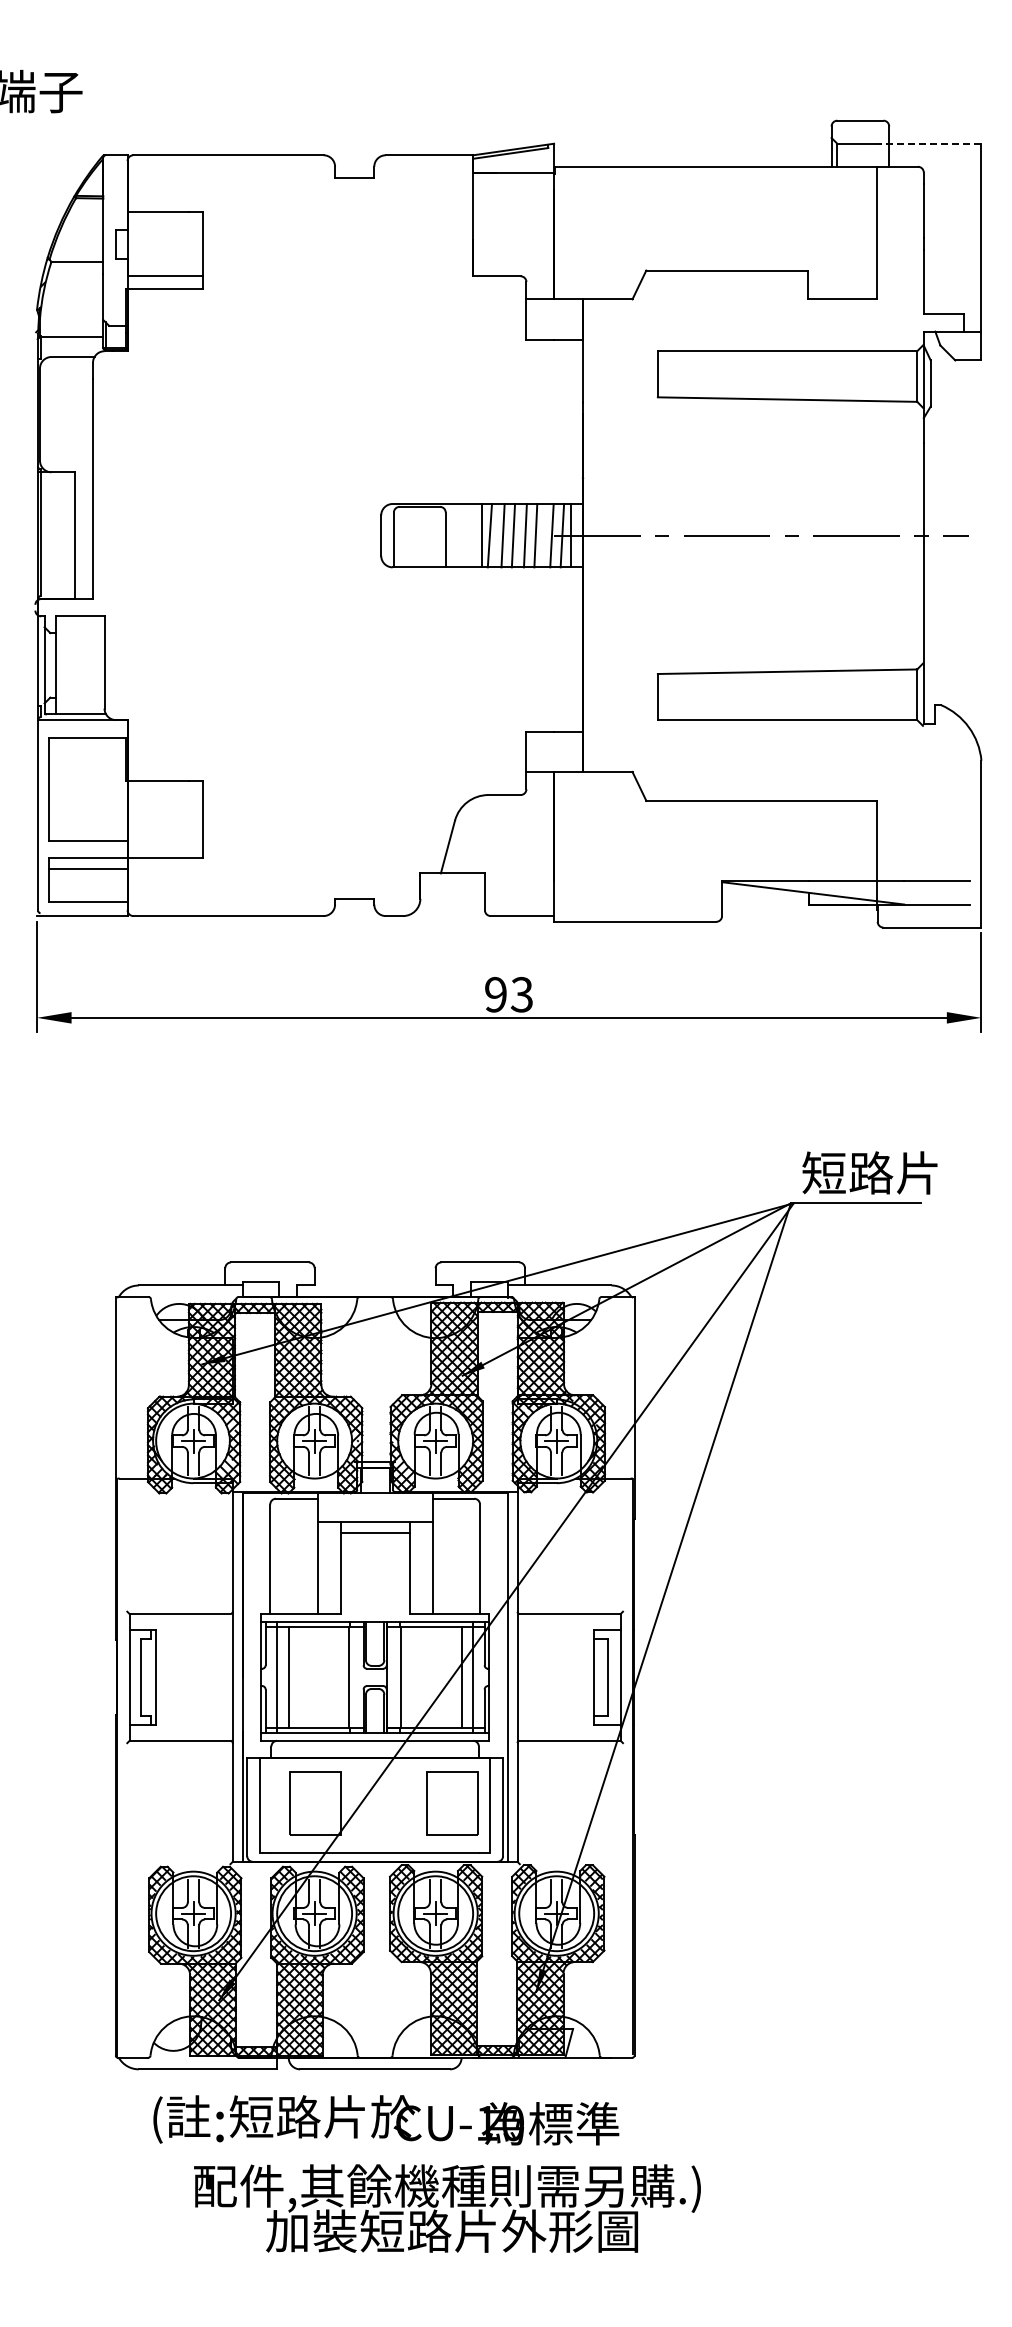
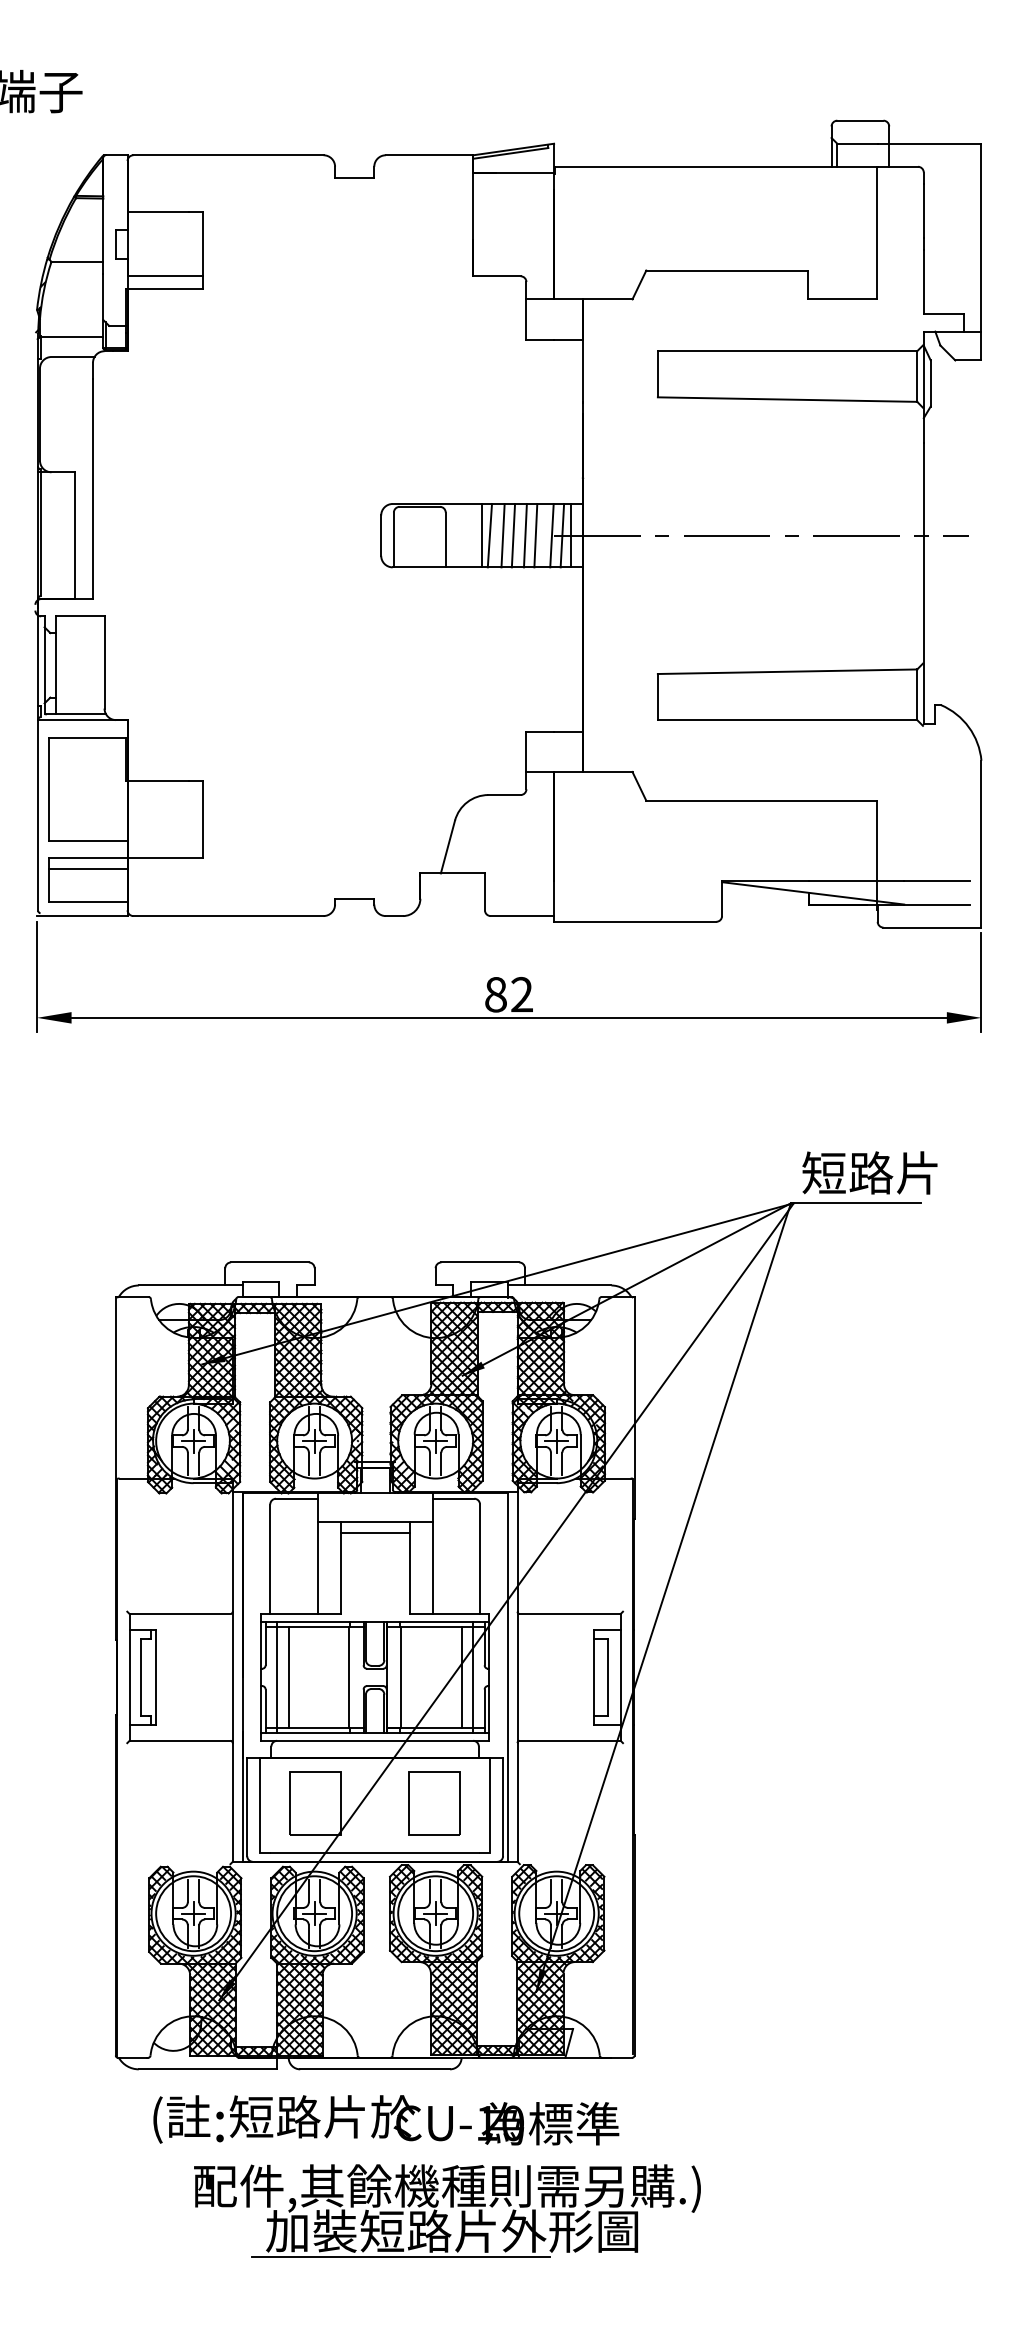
line at (929, 143): dashed -> solid
text at (508, 994): 93 -> 82
part at (452, 1803) position: (452, 1803) -> (434, 1803)
line at (400, 2257): none -> present
